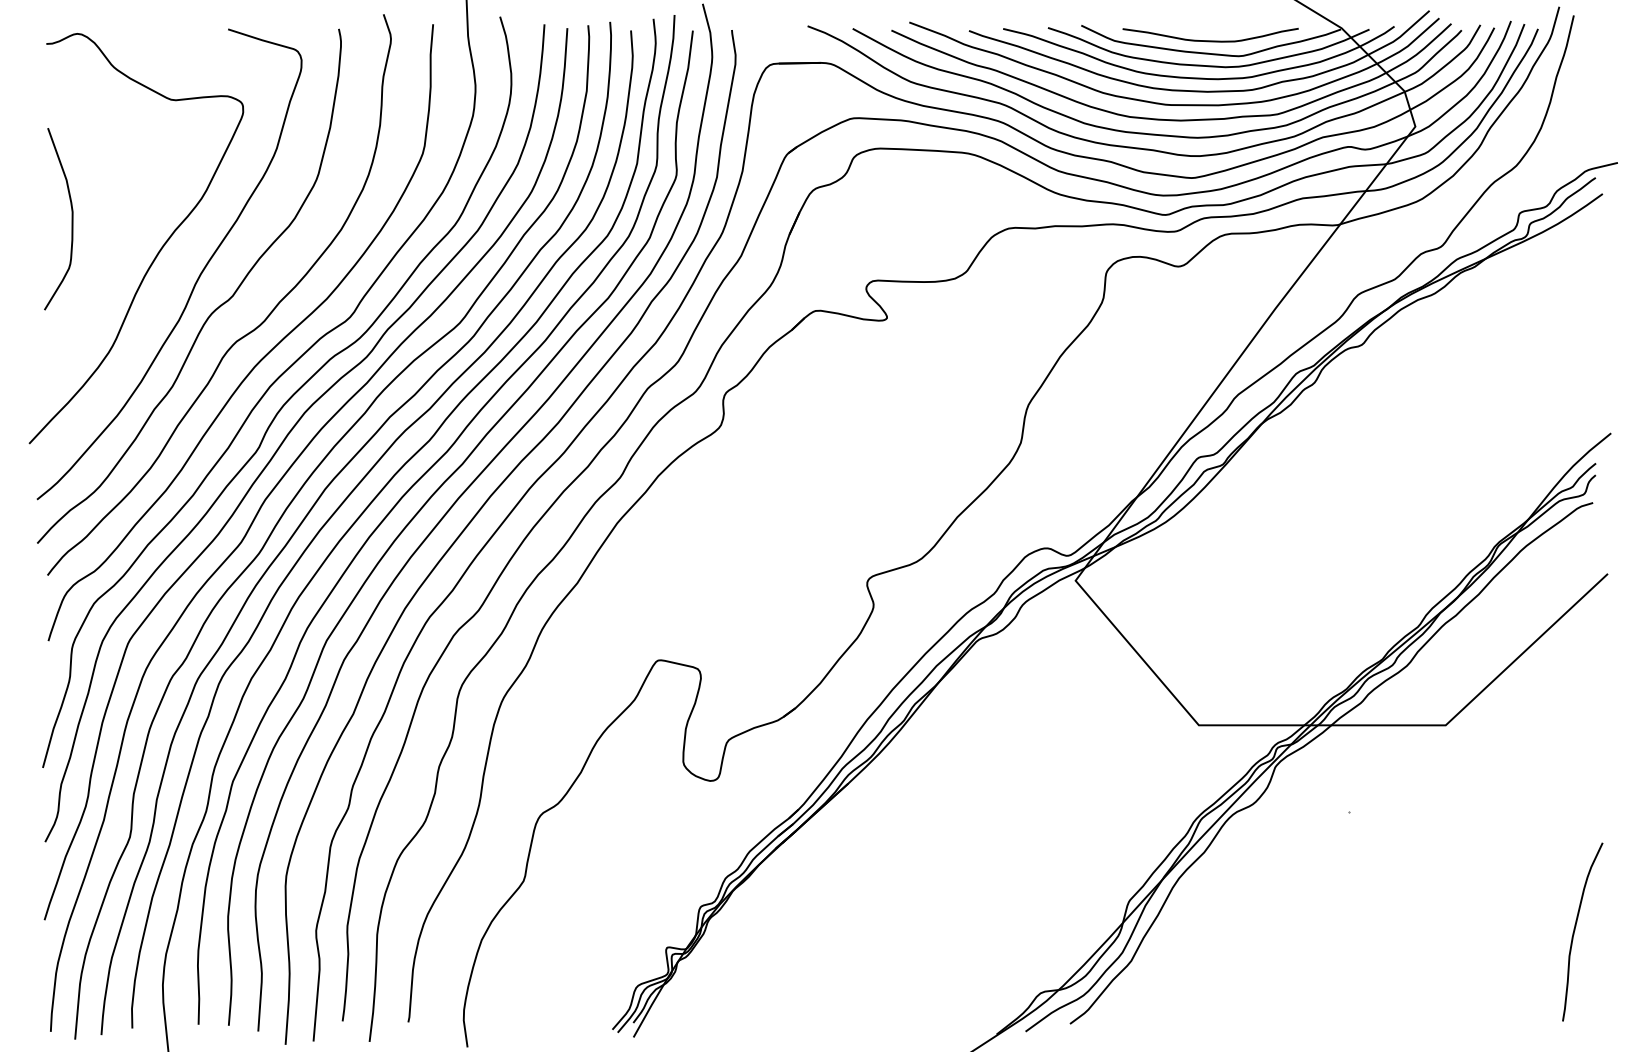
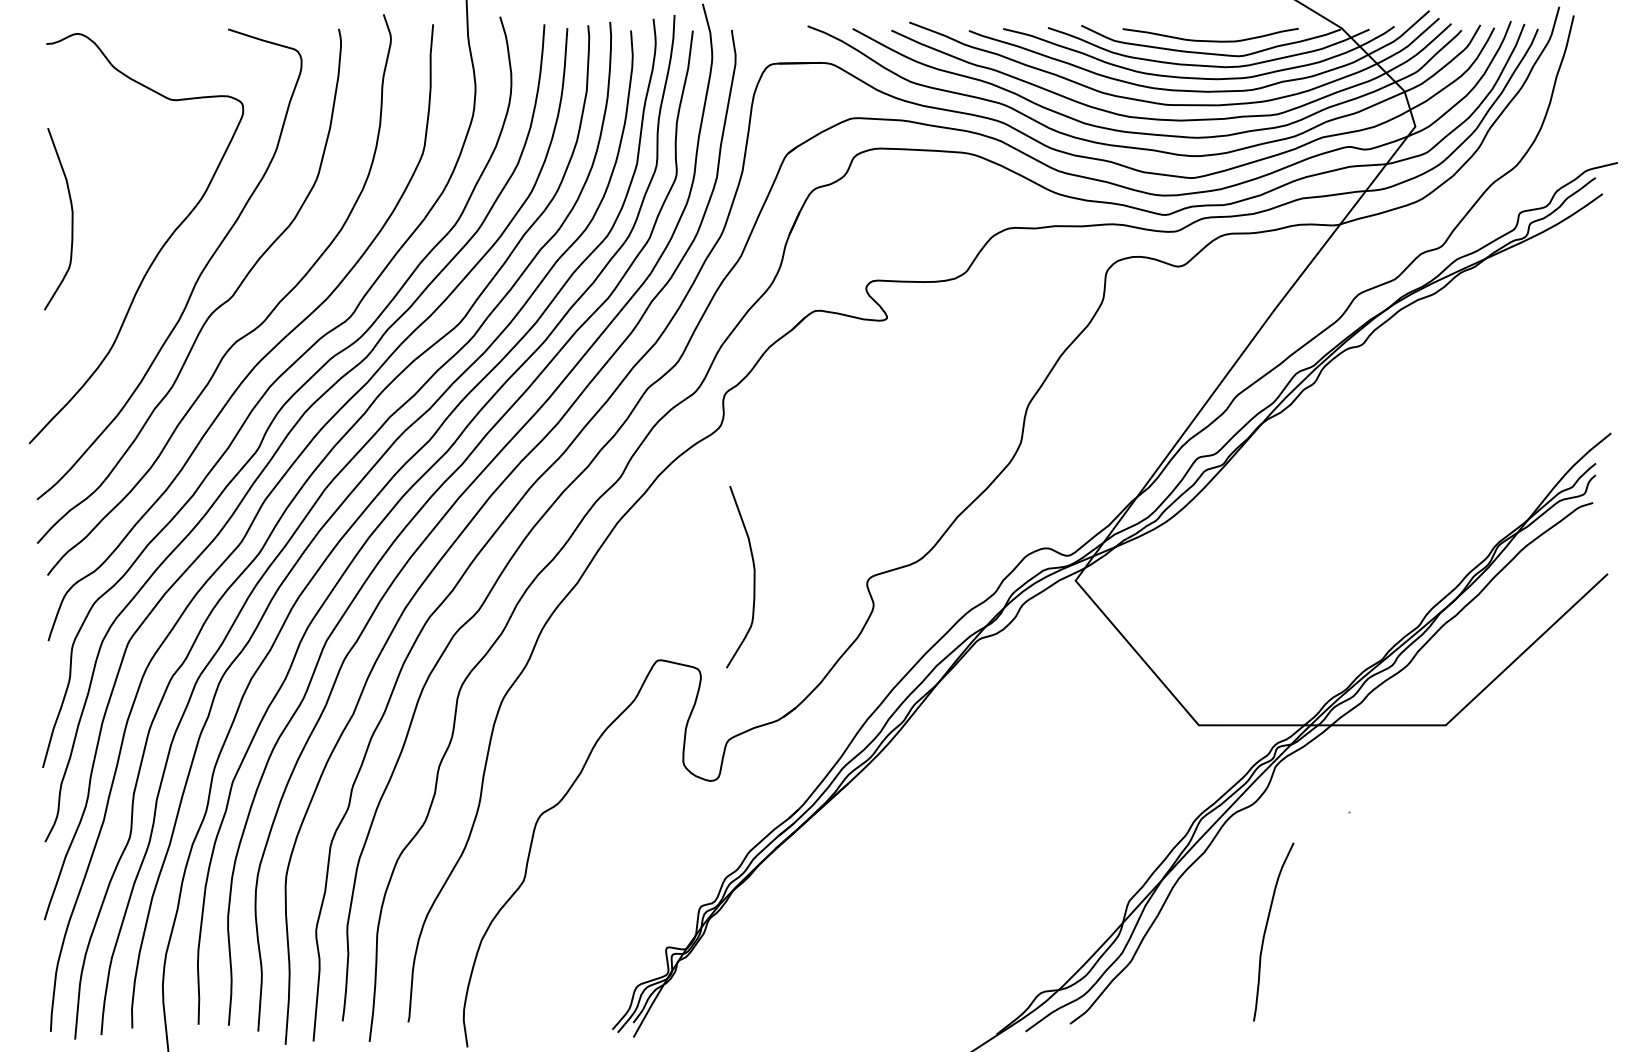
curve at (753, 577): none -> present
curve at (1575, 930) position: (1575, 930) -> (1266, 930)
